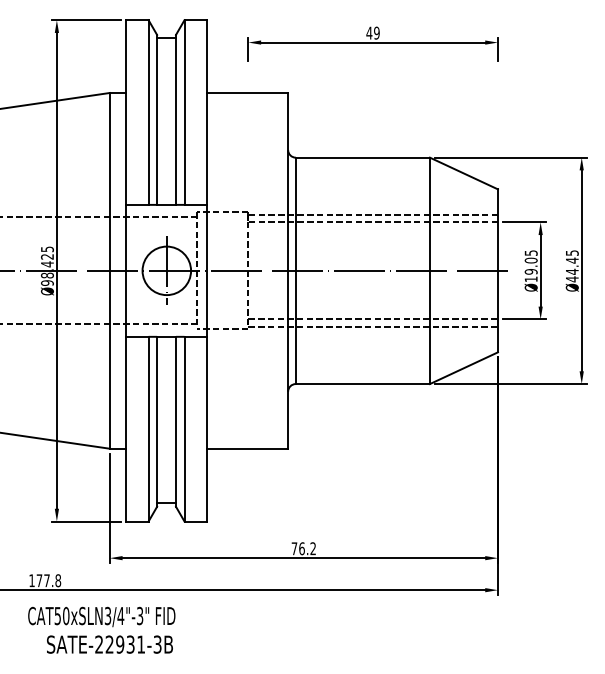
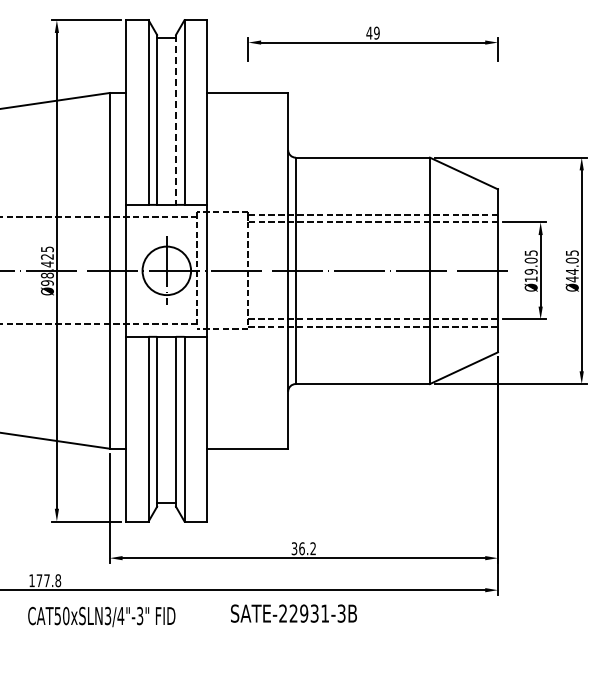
line at (176, 119): solid -> dashed
text at (571, 260): Ø44.45 -> Ø44.05
text at (294, 548): 76.2 -> 36.2
text at (109, 644) position: (109, 644) -> (293, 613)
